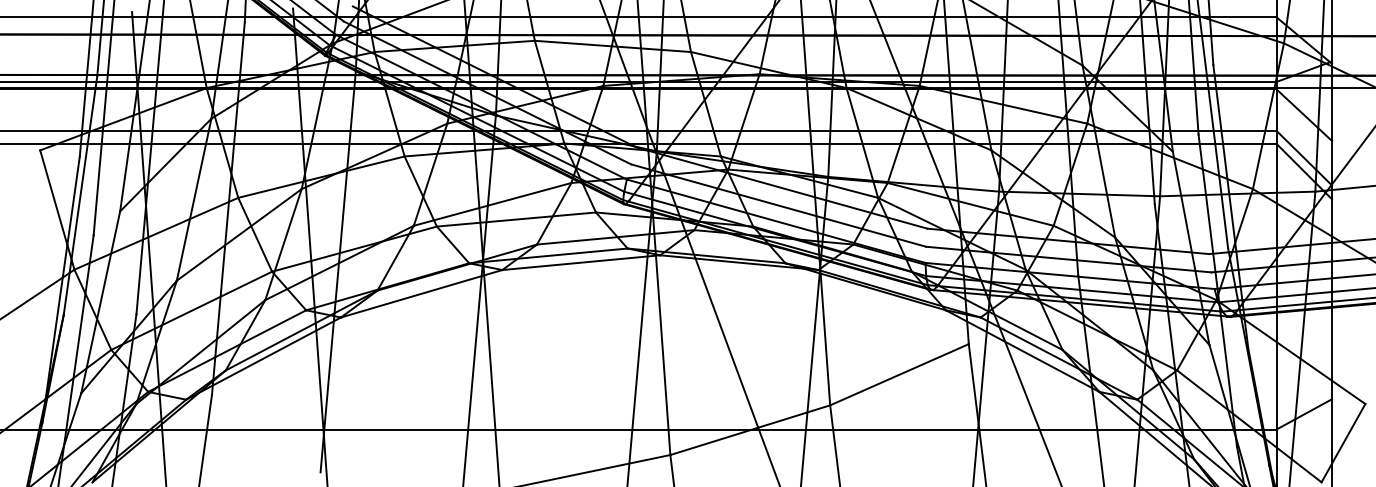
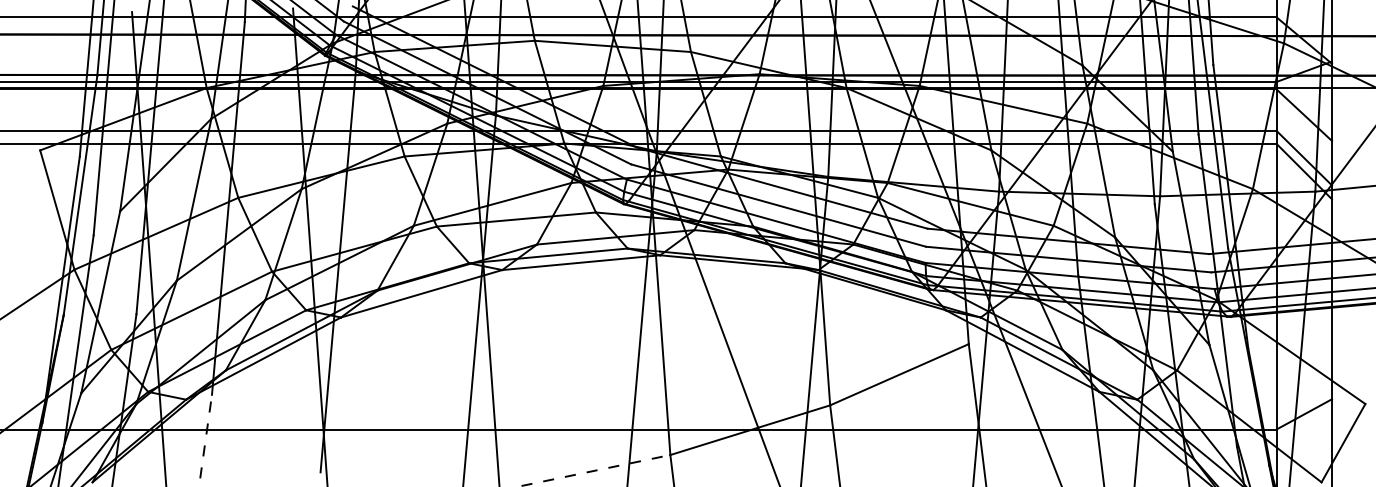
line at (205, 440): solid -> dashed
line at (594, 470): solid -> dashed
